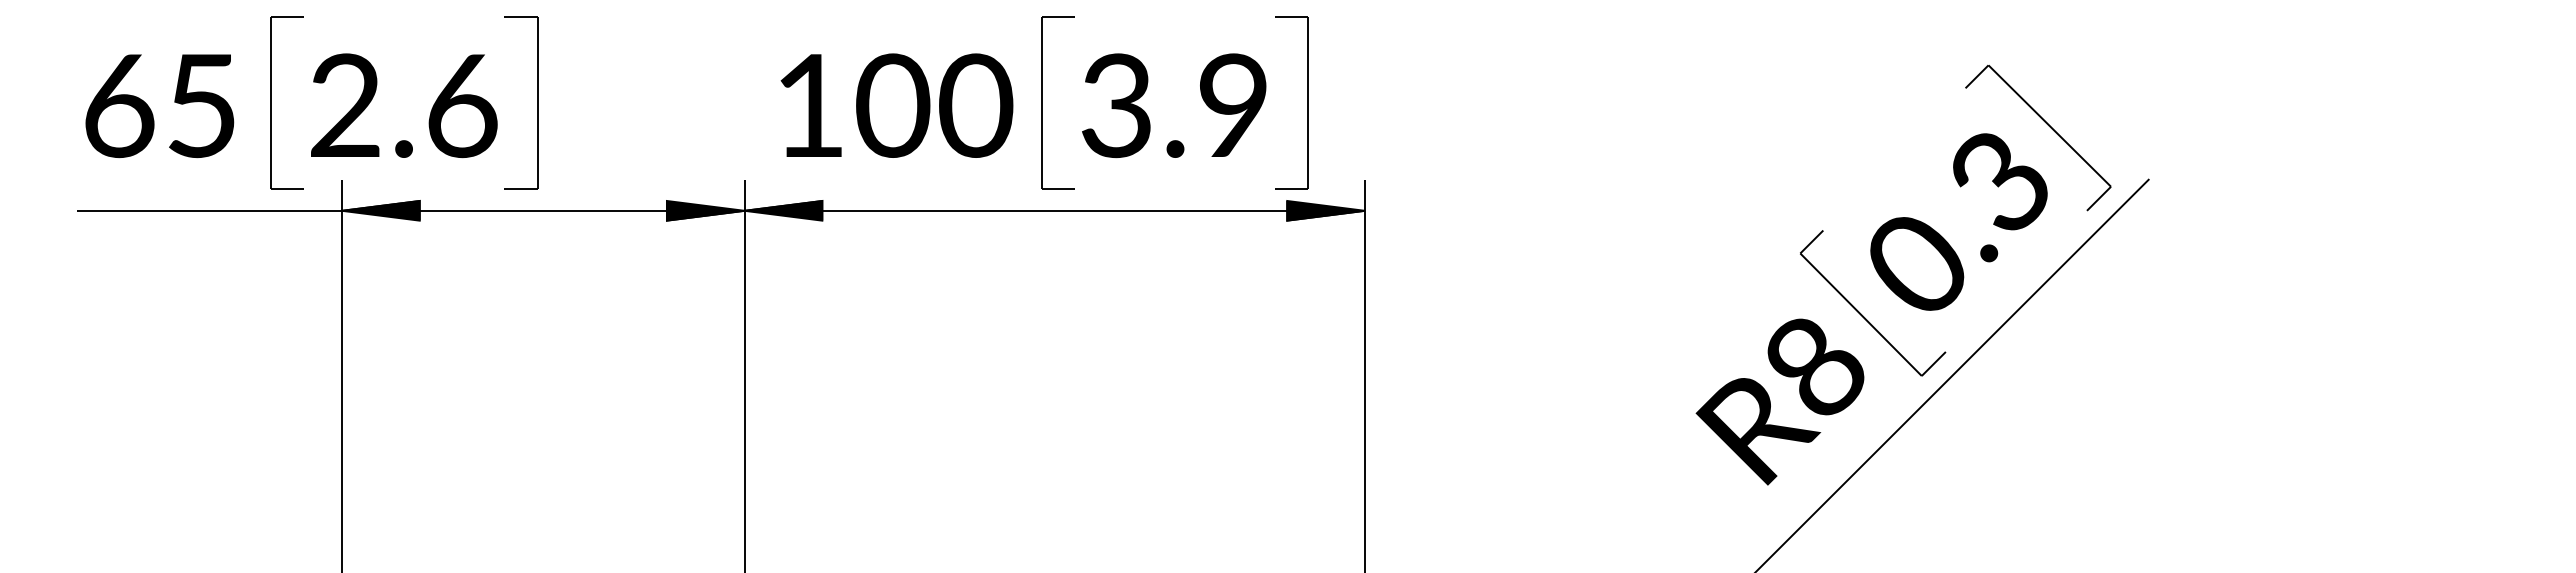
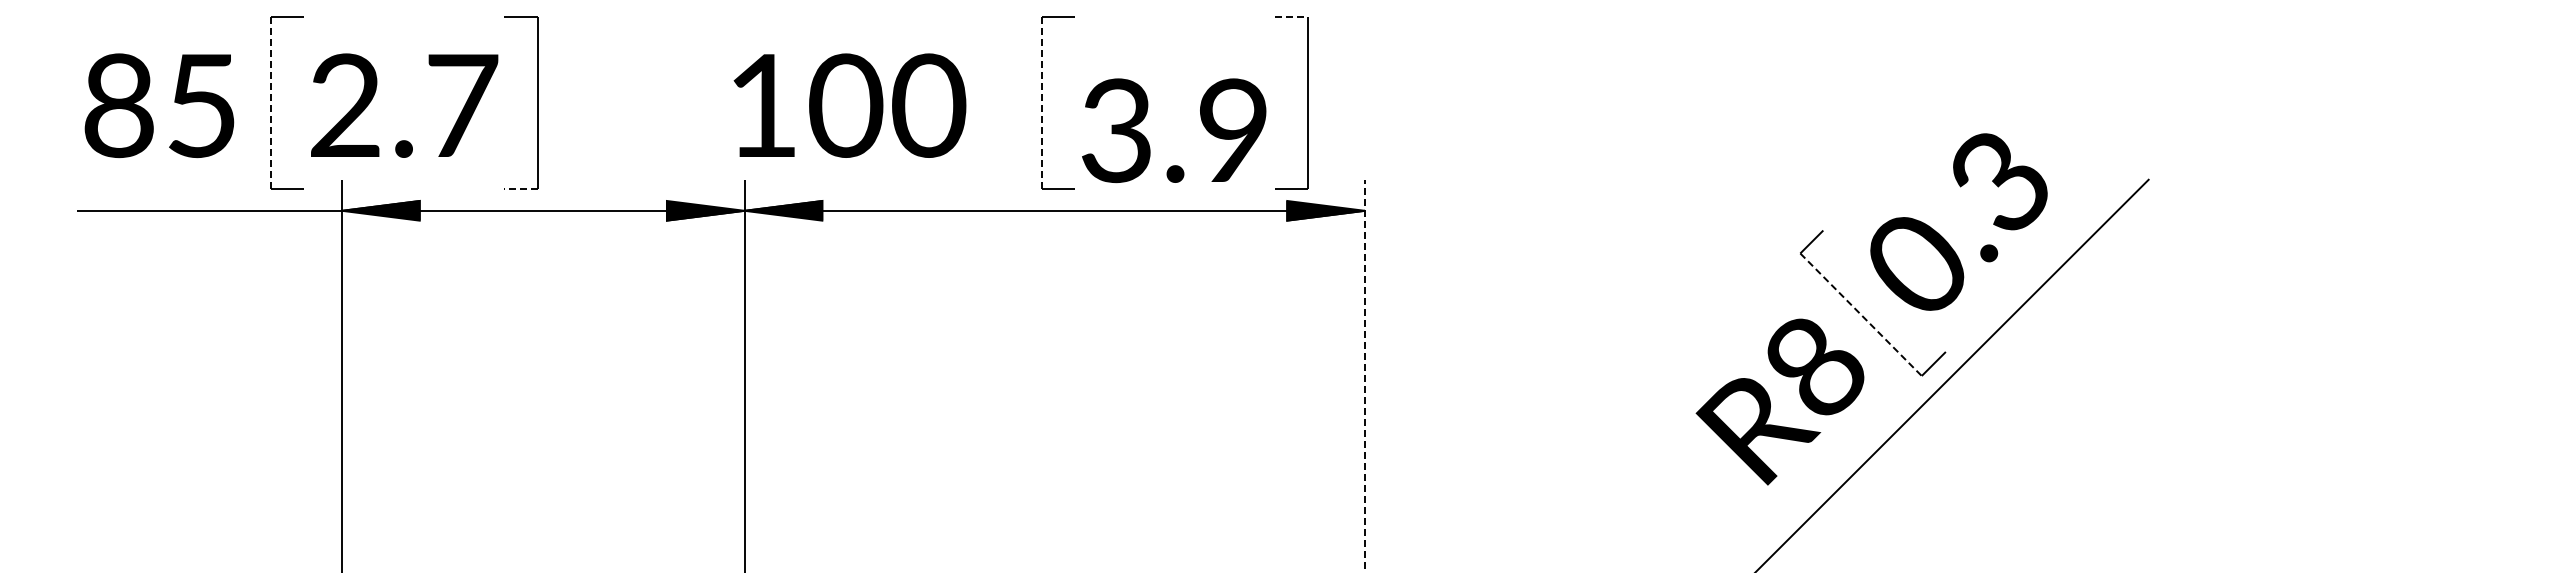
line at (1292, 17): solid -> dashed
line at (270, 103): solid -> dashed
line at (1042, 103): solid -> dashed
text at (119, 105): 65 -> 85
text at (896, 105) position: (896, 105) -> (849, 105)
text at (1174, 105) position: (1174, 105) -> (1174, 130)
text at (463, 106): 2.6 -> 2.7
part at (2048, 126): present -> none
line at (520, 188): solid -> dashed
line at (1861, 315): solid -> dashed
line at (1364, 376): solid -> dashed
